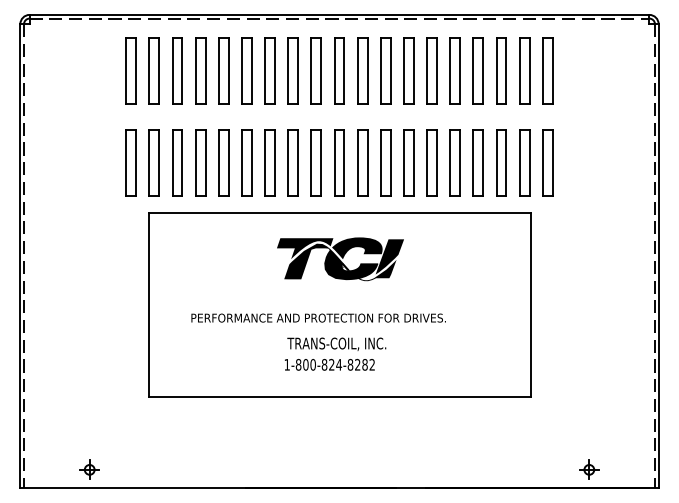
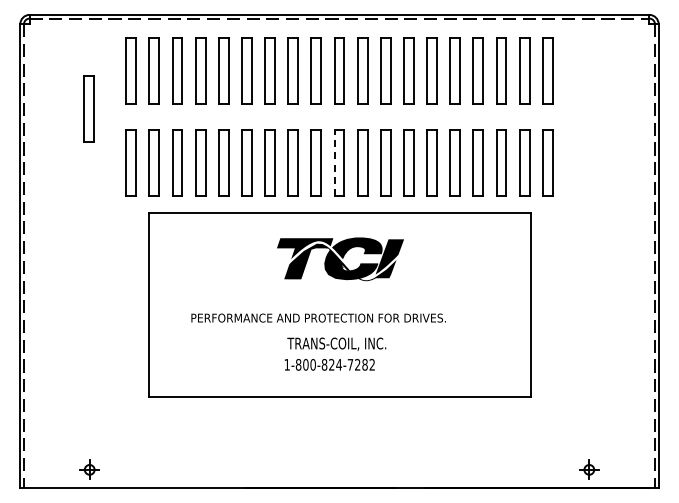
part at (88, 108): none -> present
line at (334, 163): solid -> dashed
text at (350, 364): 1-800-824-8282 -> 1-800-824-7282
